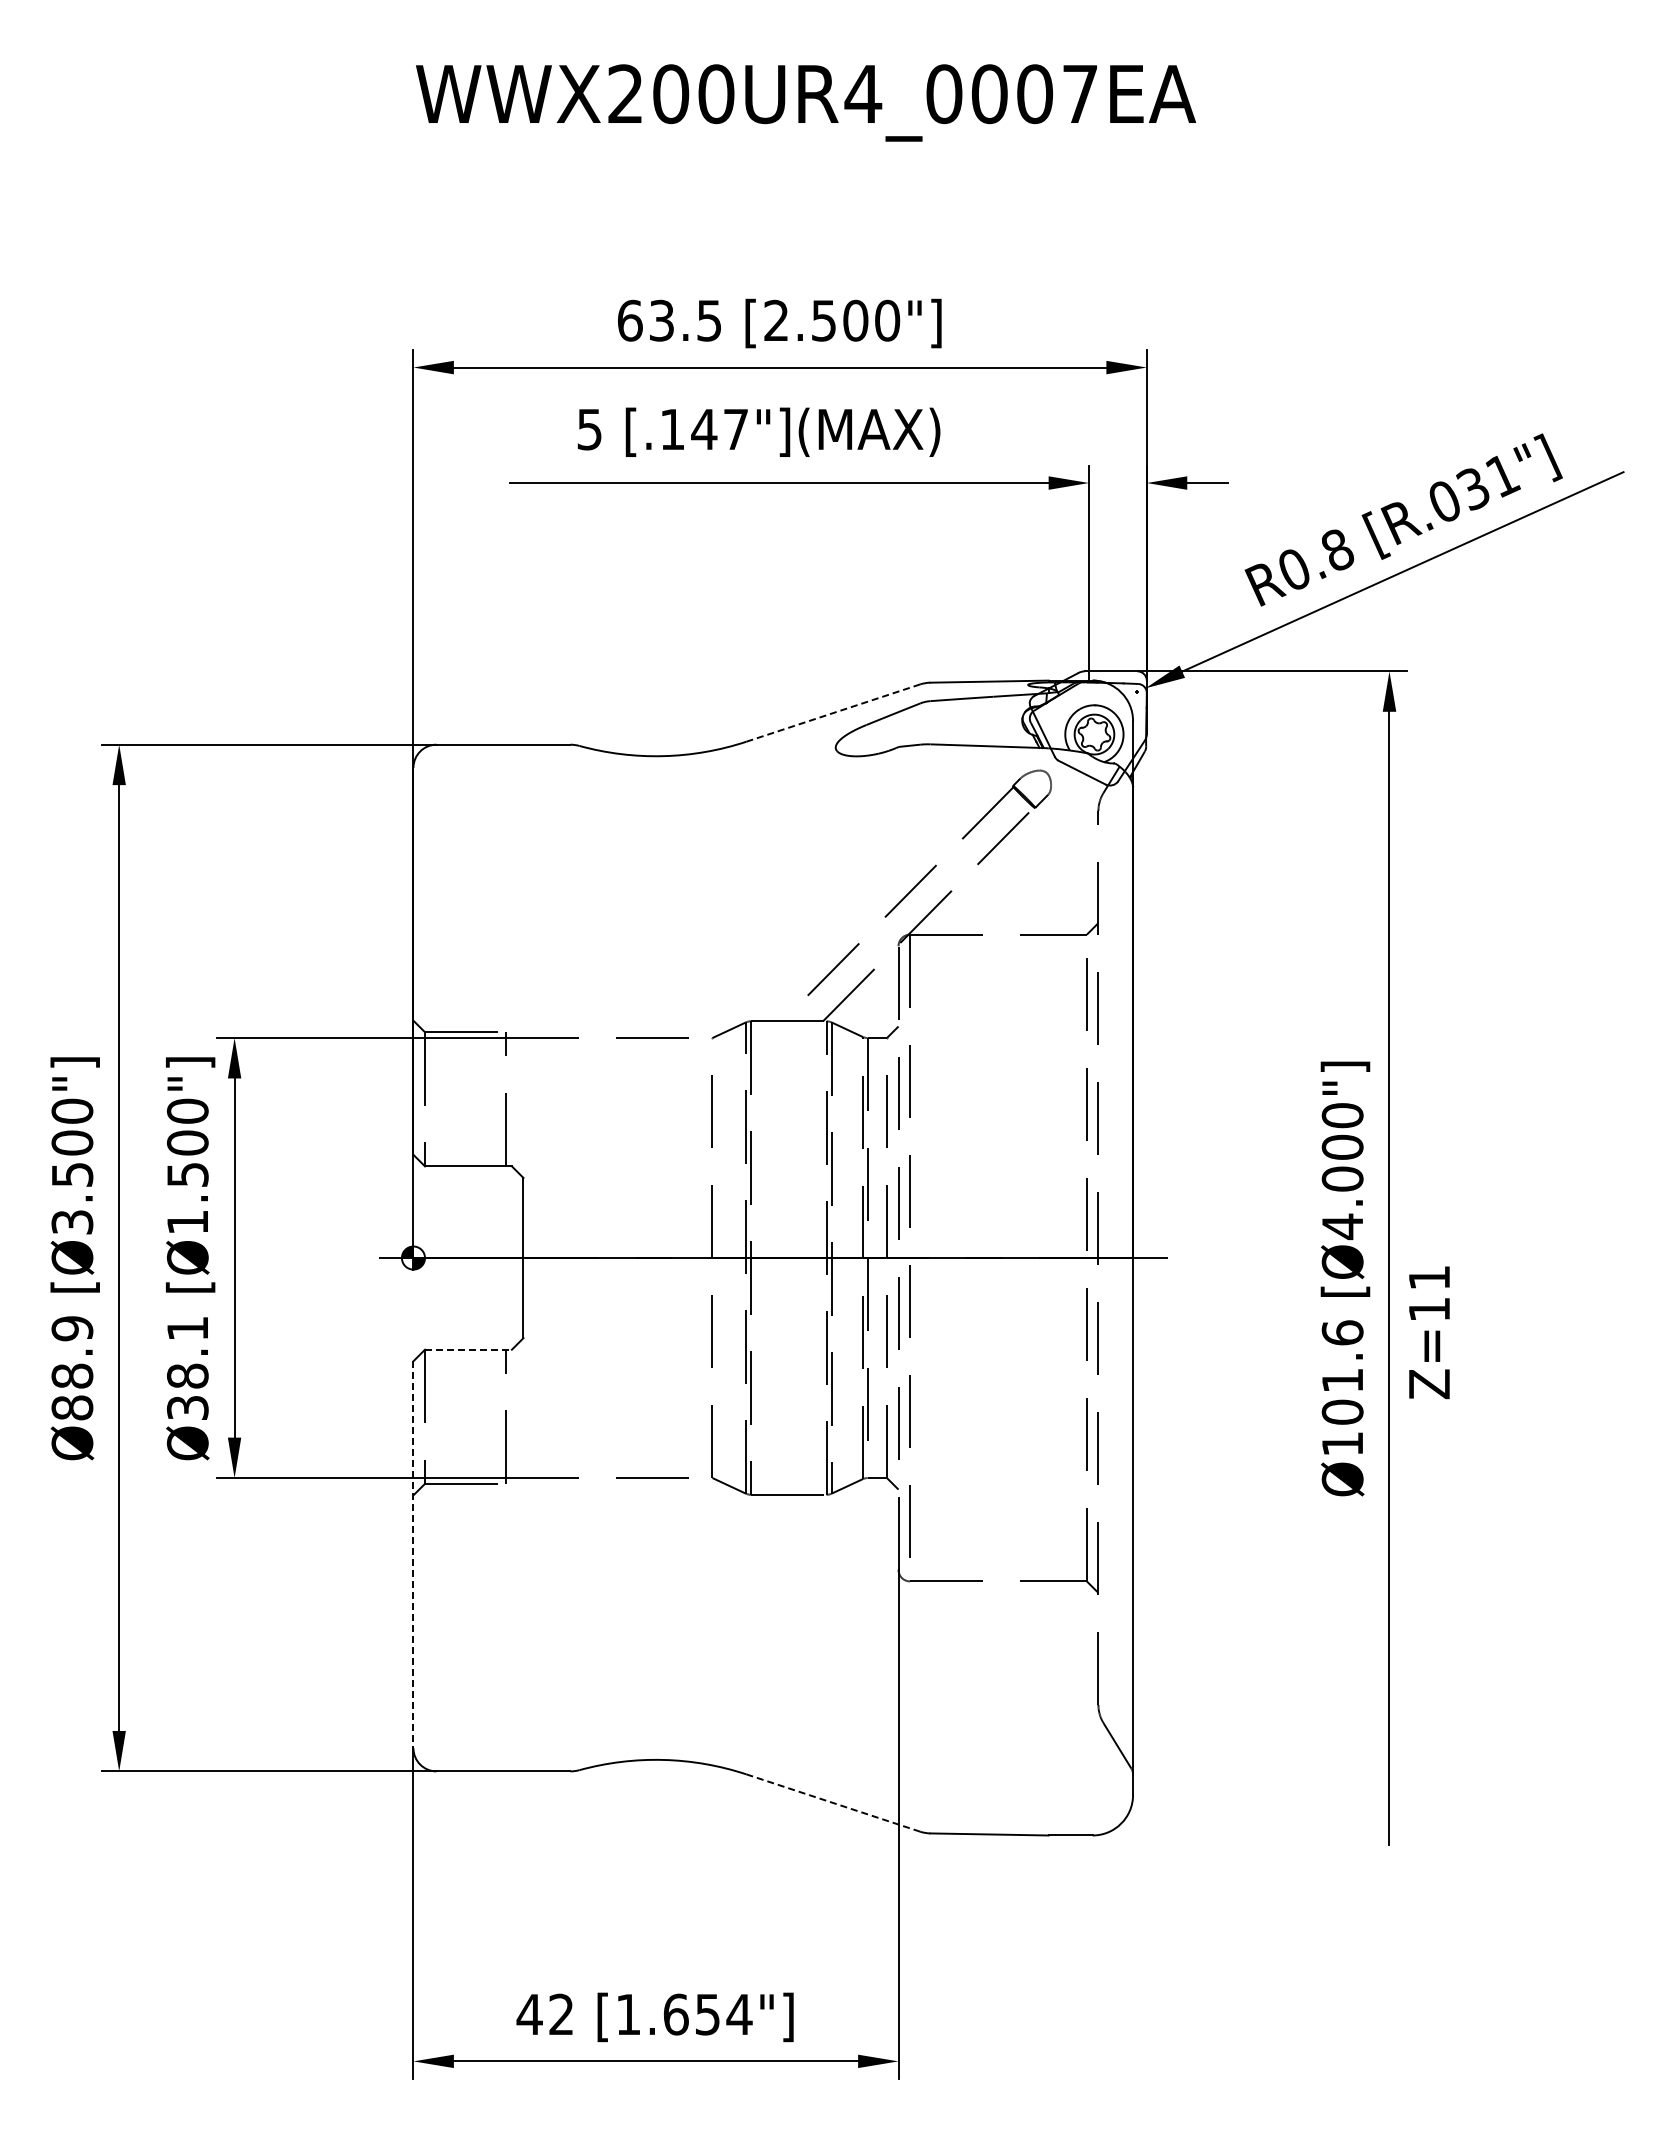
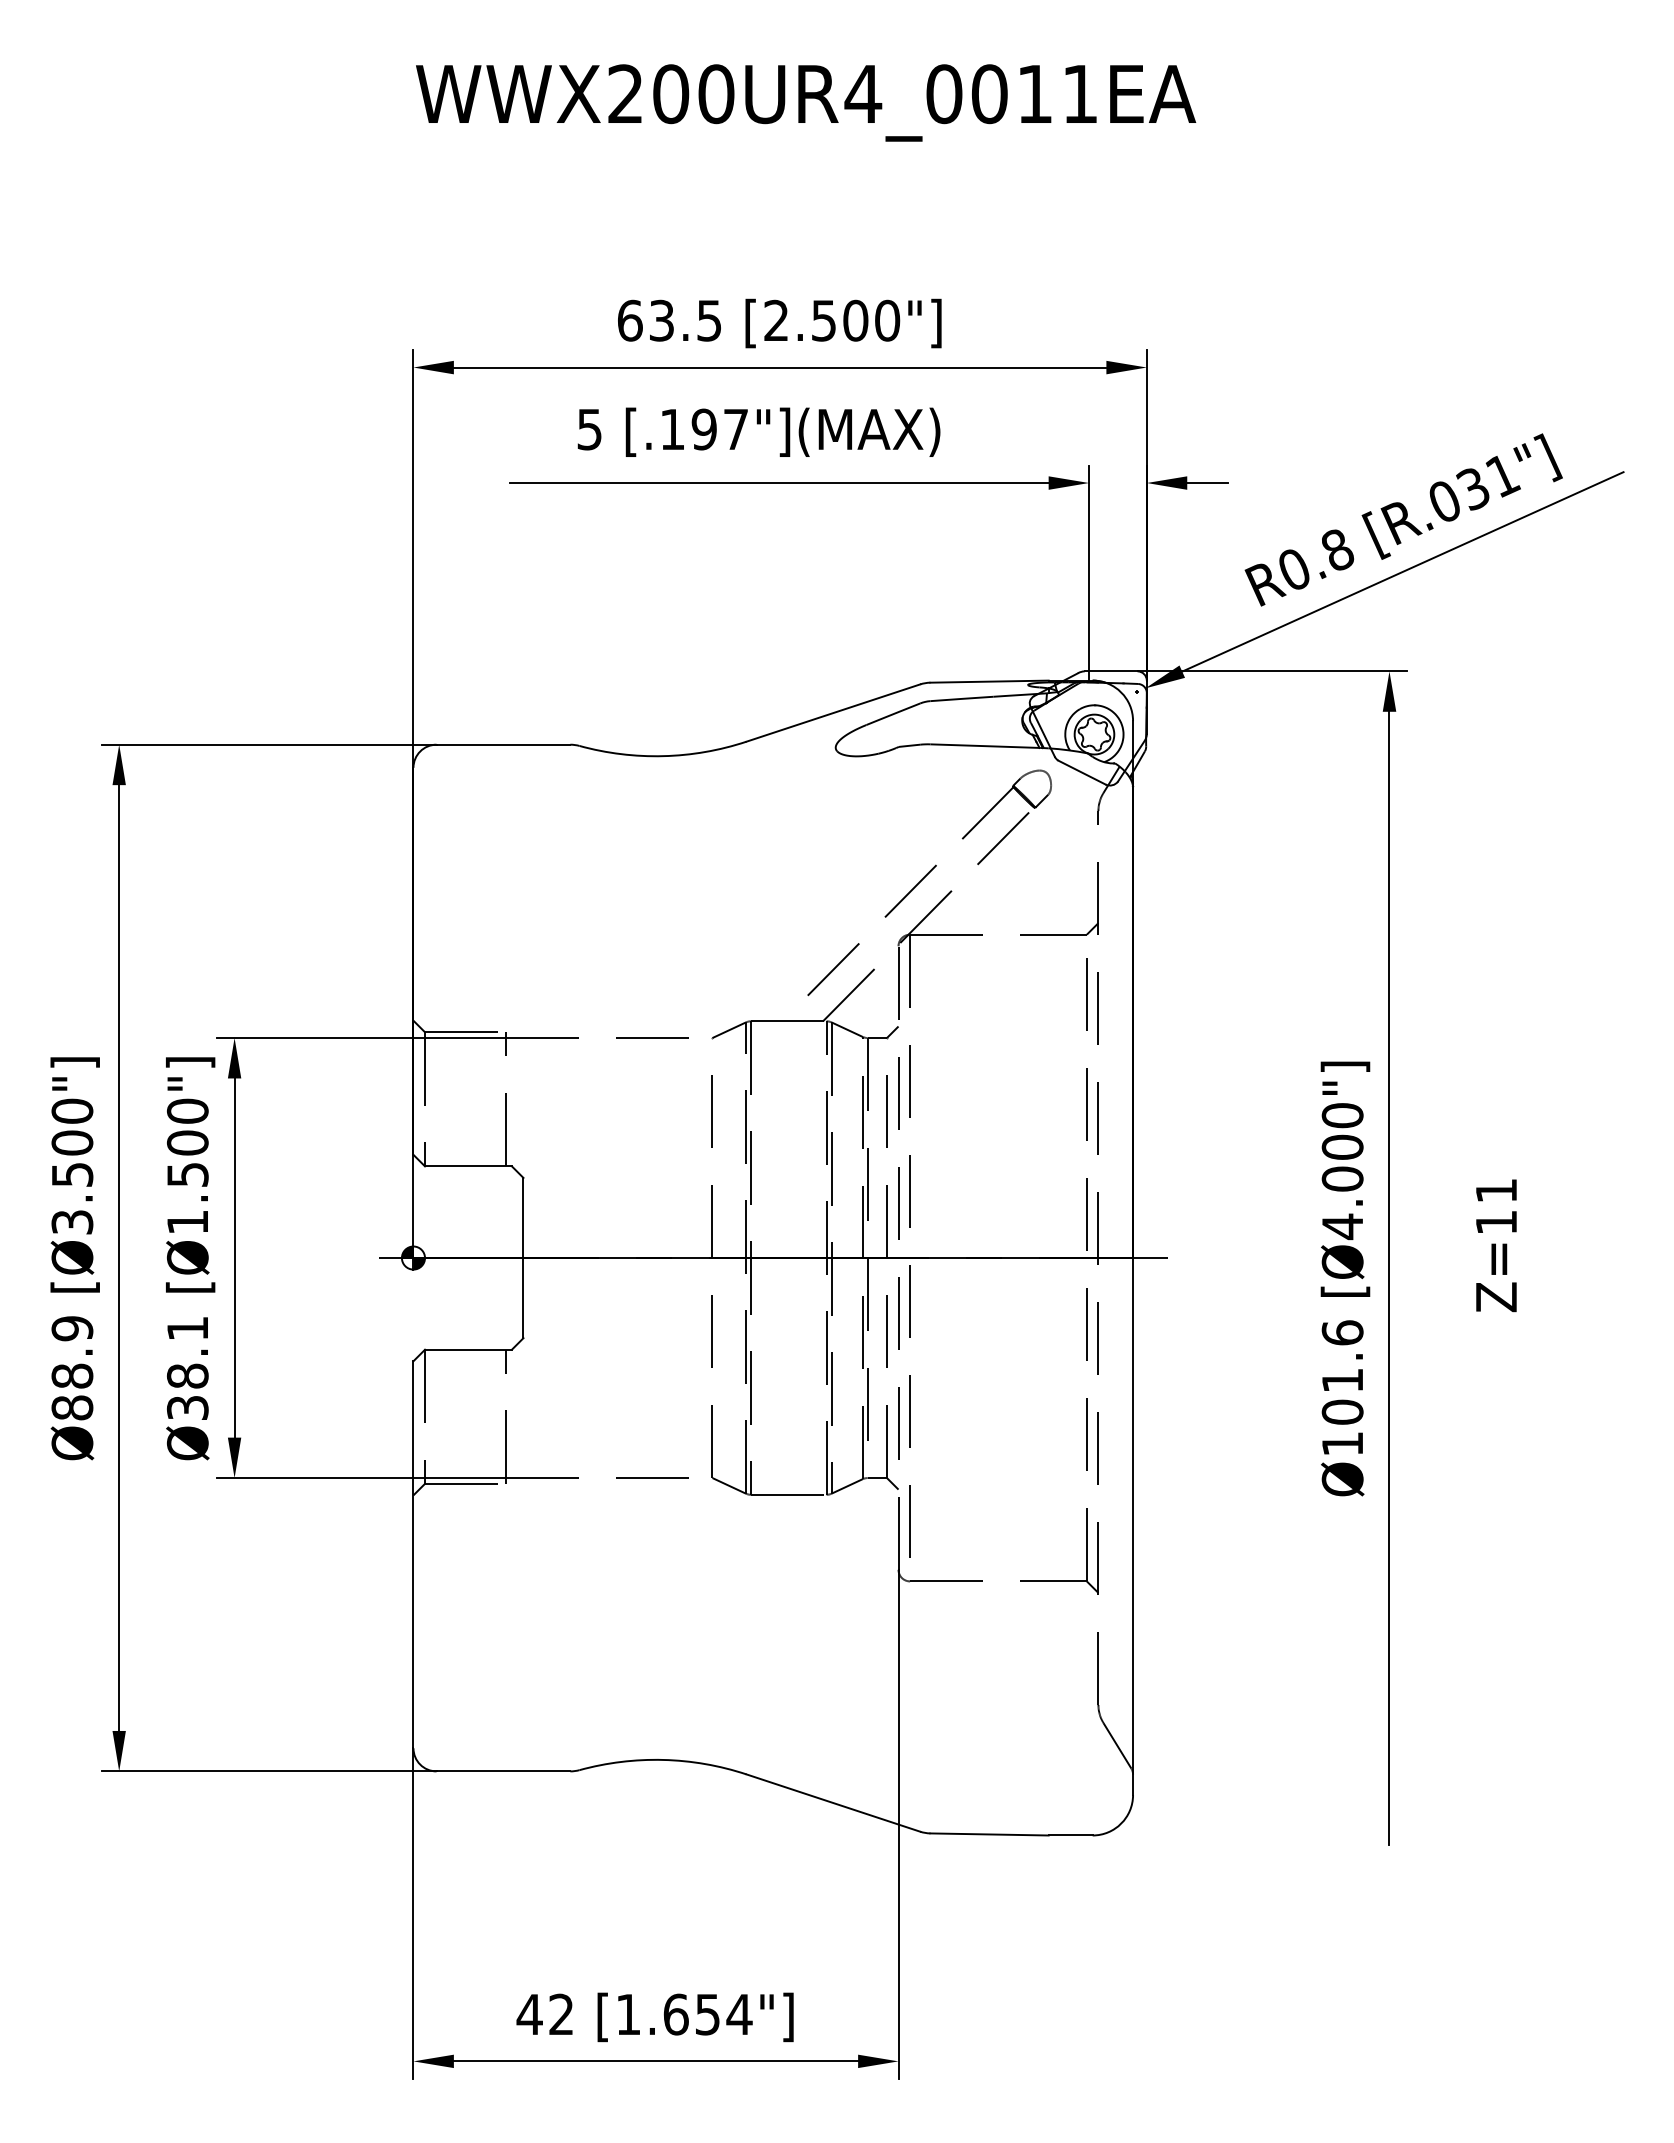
text at (1056, 94): WWX200UR4_0007EA -> WWX200UR4_0011EA
text at (704, 429): [.147"](MAX) -> [.197"](MAX)
line at (833, 712): dashed -> solid
text at (1429, 1332) position: (1429, 1332) -> (1496, 1245)
line at (468, 1349): dashed -> solid
line at (413, 1554): dashed -> solid
line at (833, 1803): dashed -> solid
